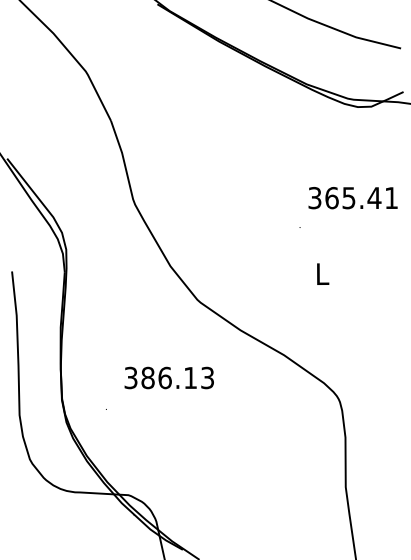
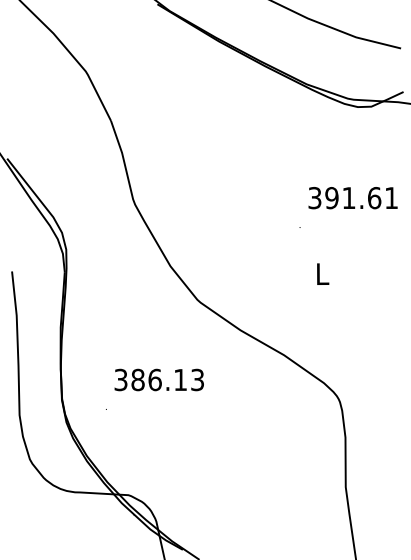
text at (353, 198): 365.41 -> 391.61
text at (168, 377) position: (168, 377) -> (158, 379)
